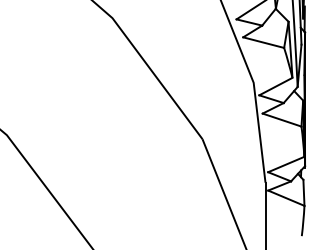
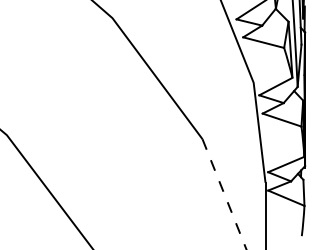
line at (224, 194): solid -> dashed
